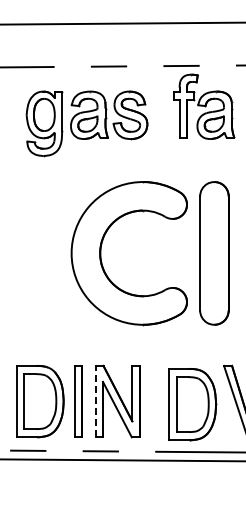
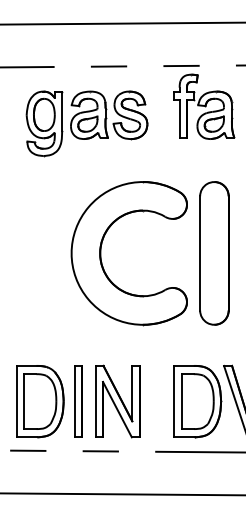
line at (95, 401): dashed -> solid
part at (192, 404) position: (192, 404) -> (197, 401)
line at (122, 460) position: (122, 460) -> (122, 494)
